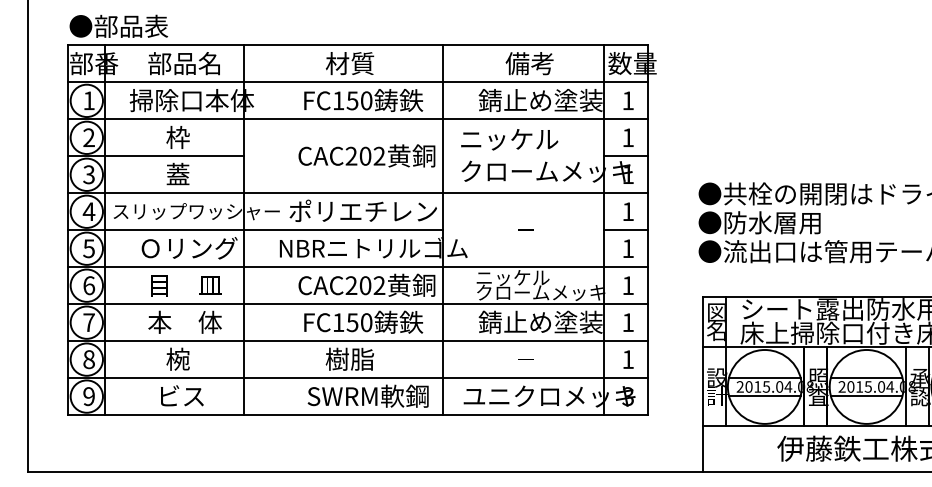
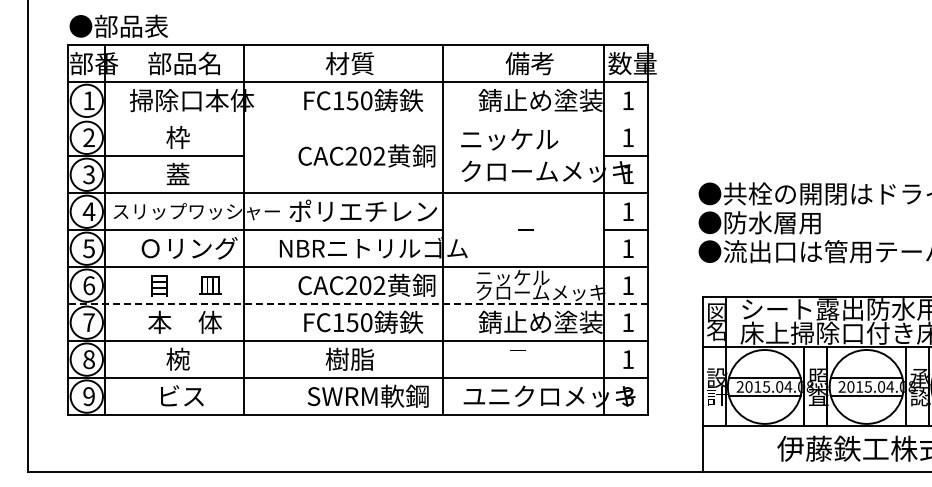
line at (357, 119): present -> none
line at (357, 304): solid -> dashed
text at (525, 359) position: (525, 359) -> (517, 350)
